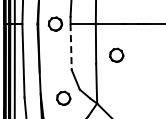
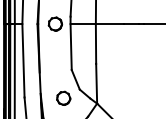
line at (71, 47): dashed -> solid
part at (116, 54): present -> none
